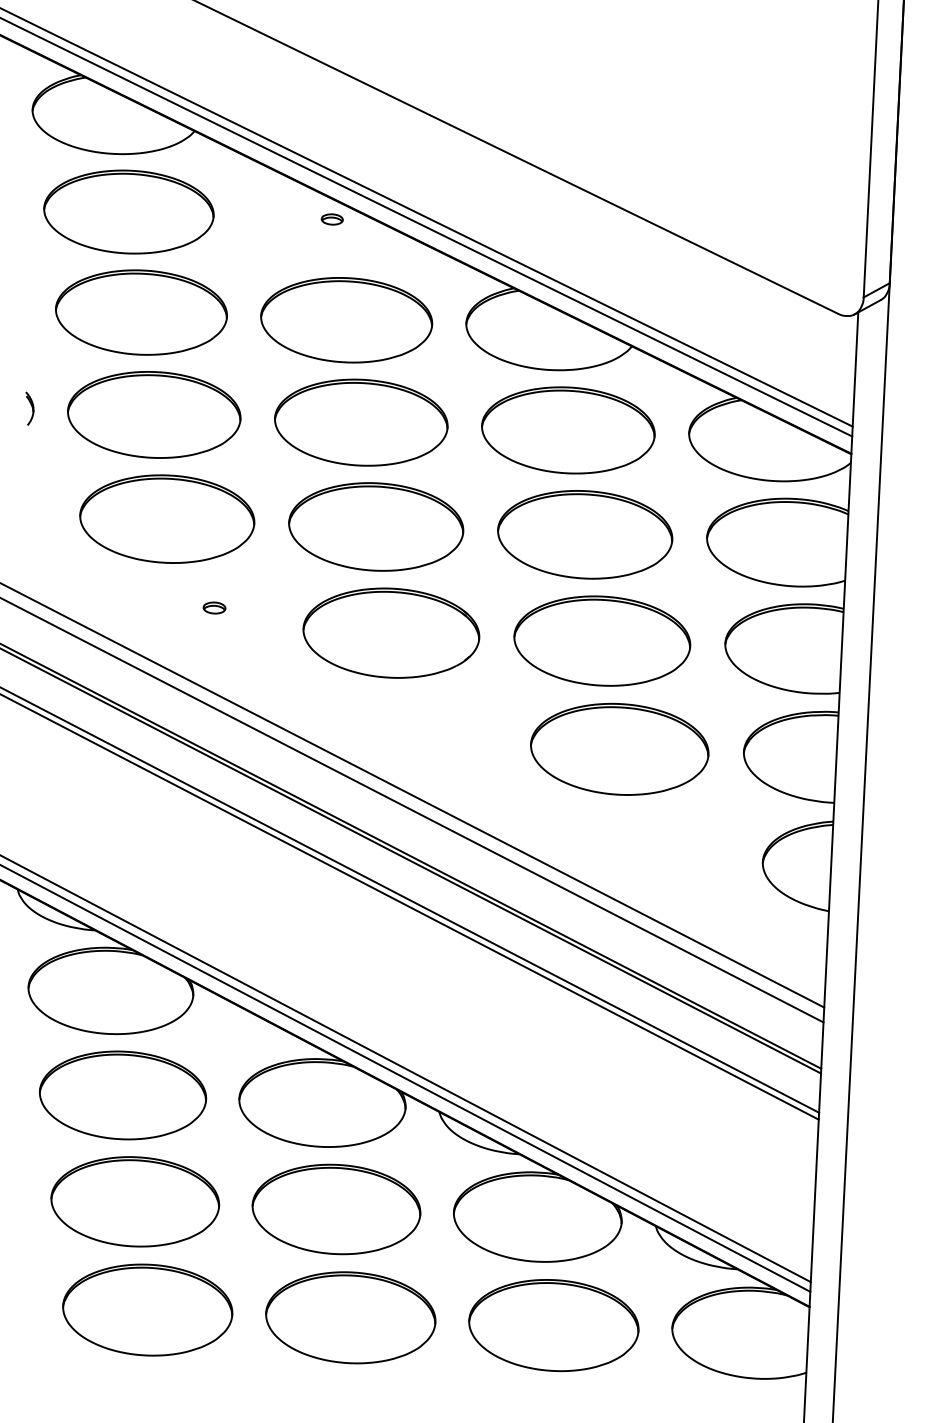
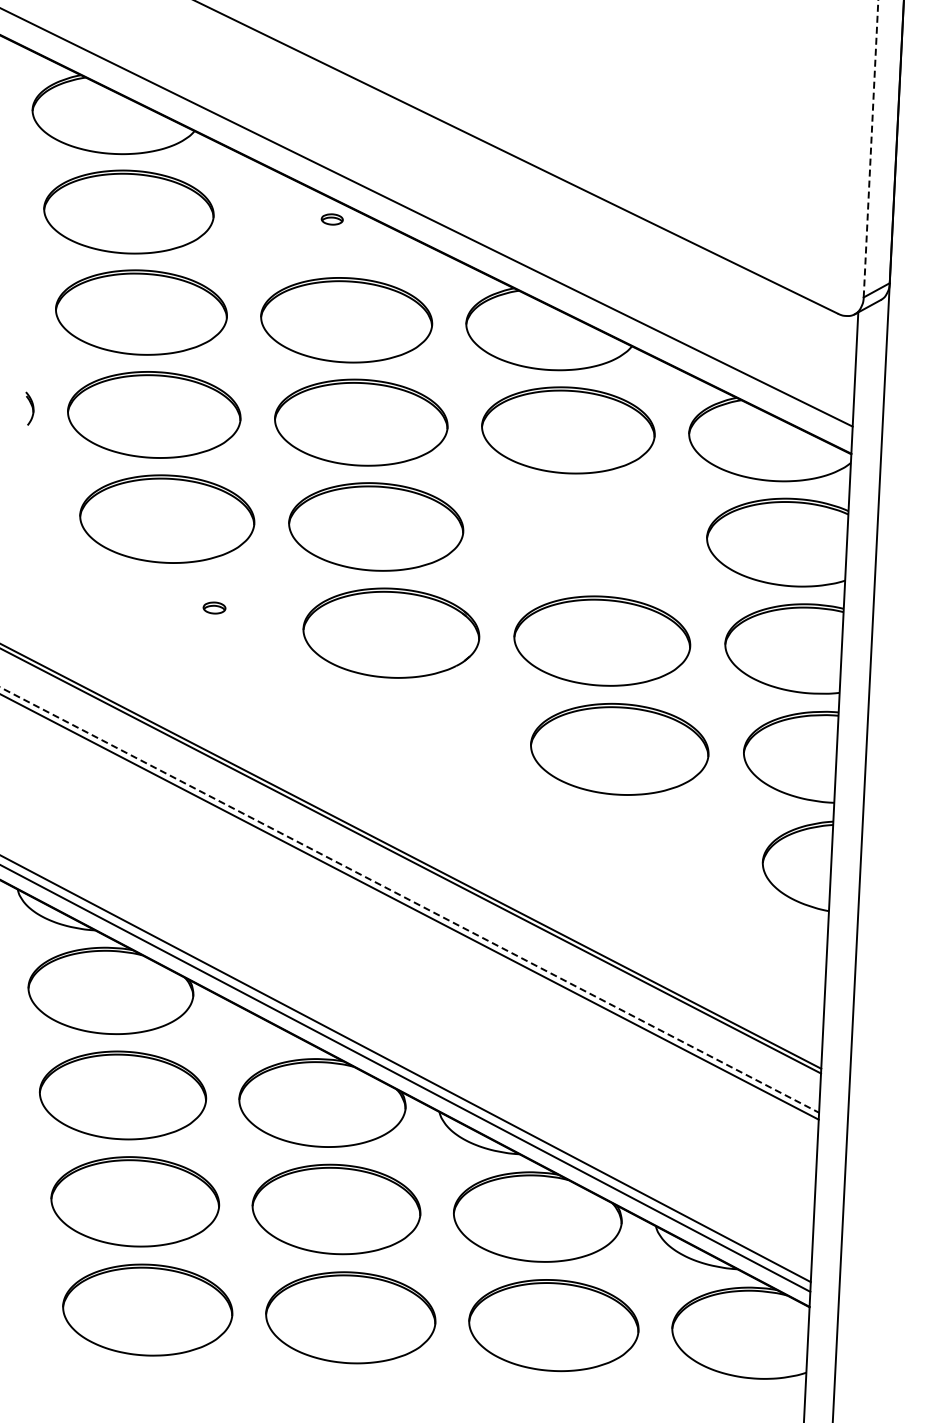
line at (871, 148): solid -> dashed
line at (427, 227): present -> none
part at (585, 534): present -> none
line at (413, 795): present -> none
line at (412, 810): present -> none
line at (410, 900): solid -> dashed
